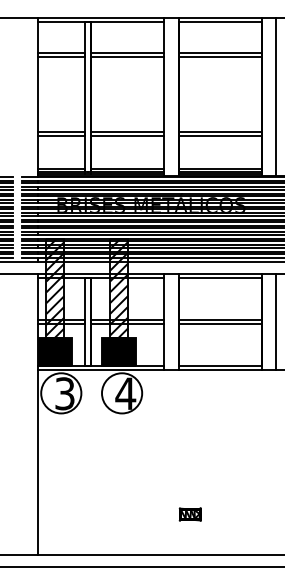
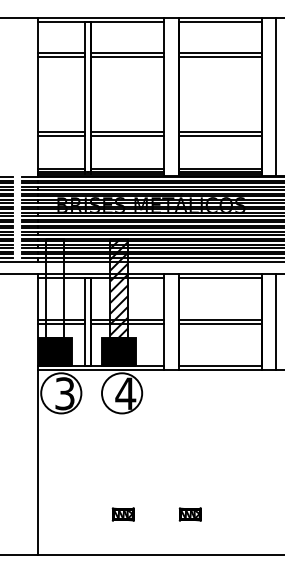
hatch at (55, 287): present -> none
part at (122, 514): none -> present
line at (141, 567): present -> none
